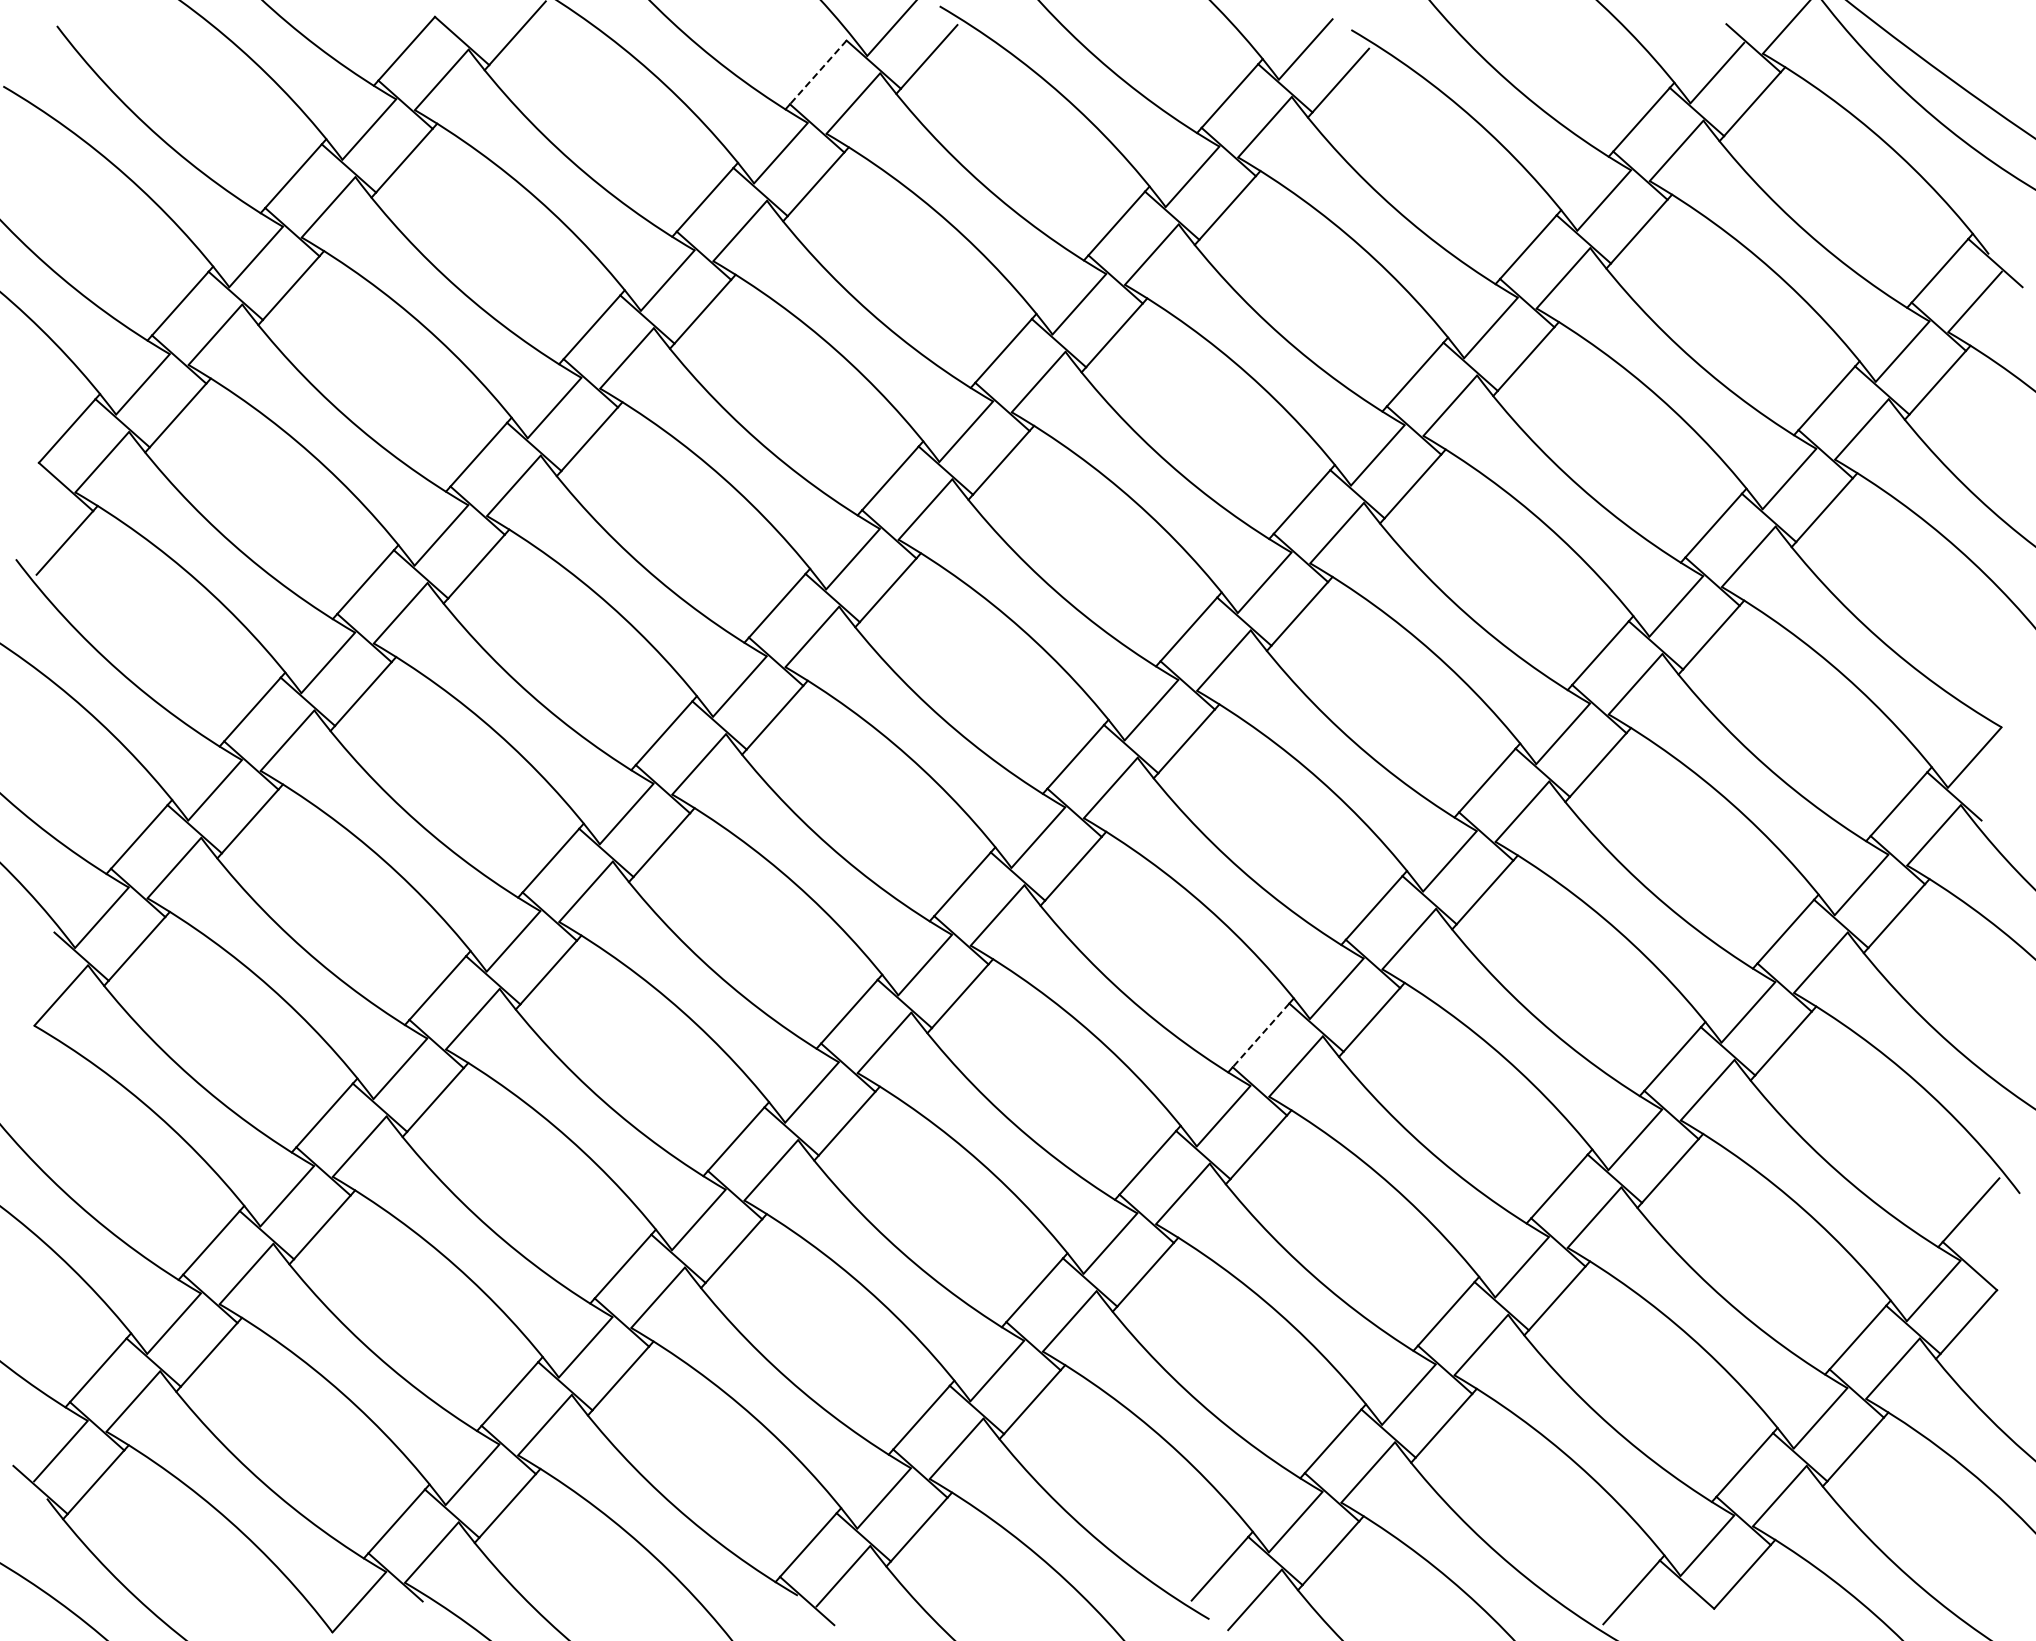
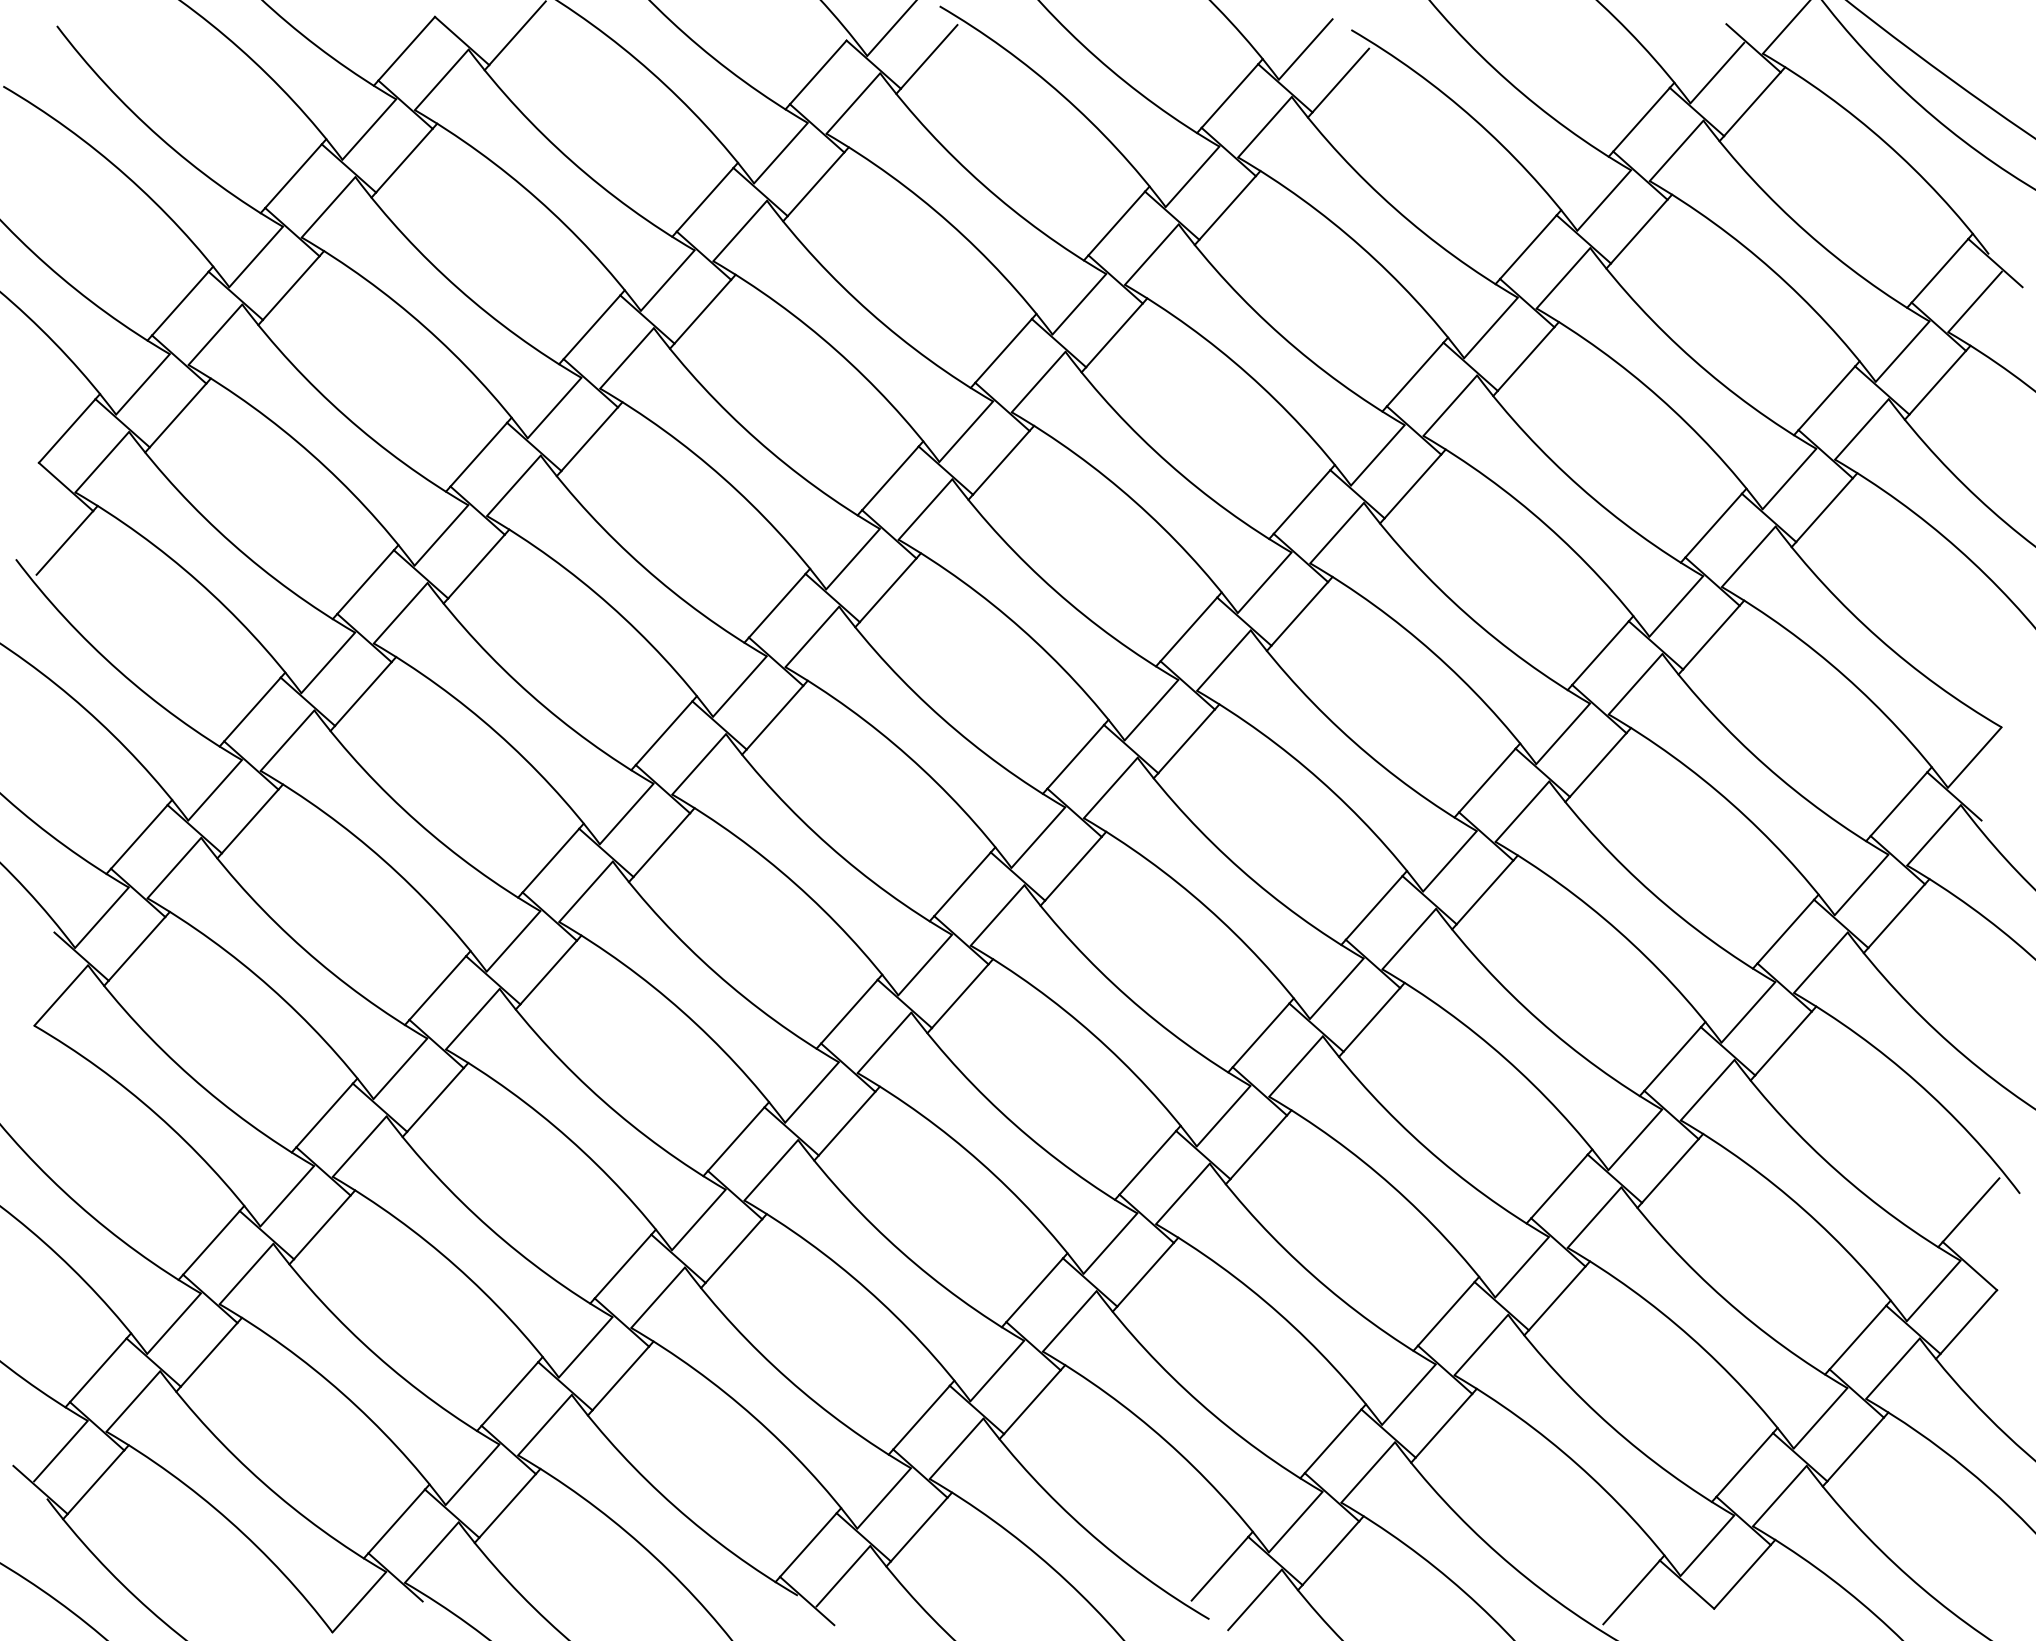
line at (818, 72): dashed -> solid
line at (1261, 1035): dashed -> solid
